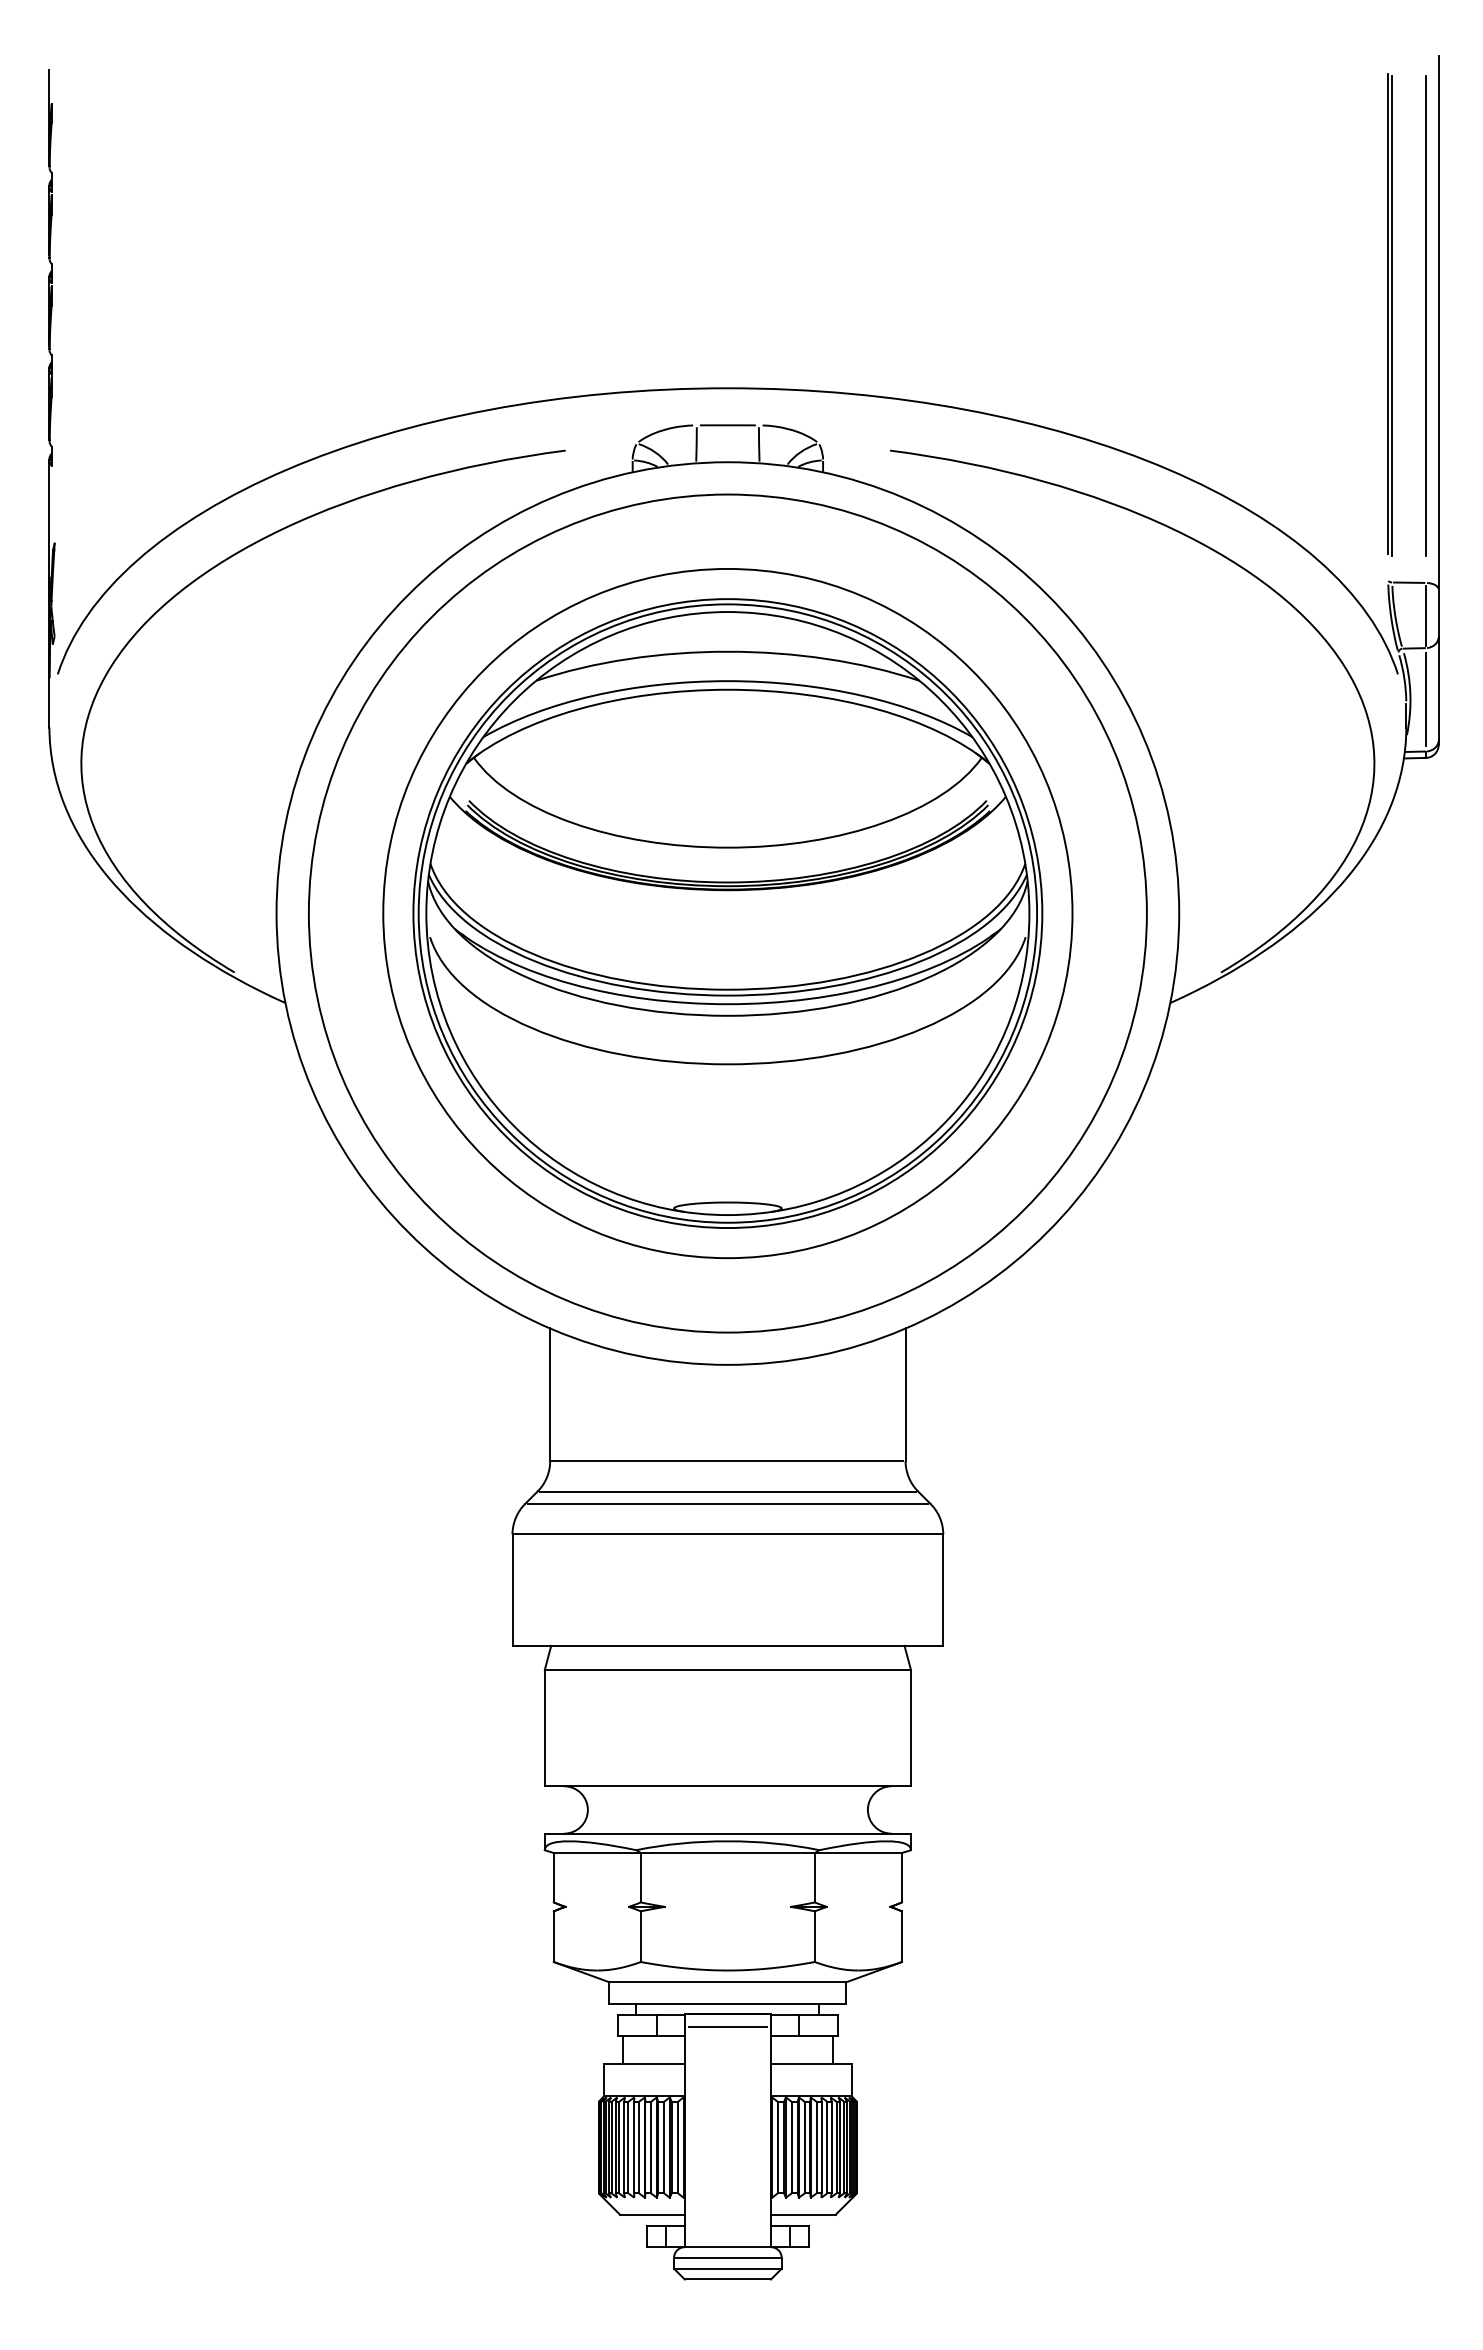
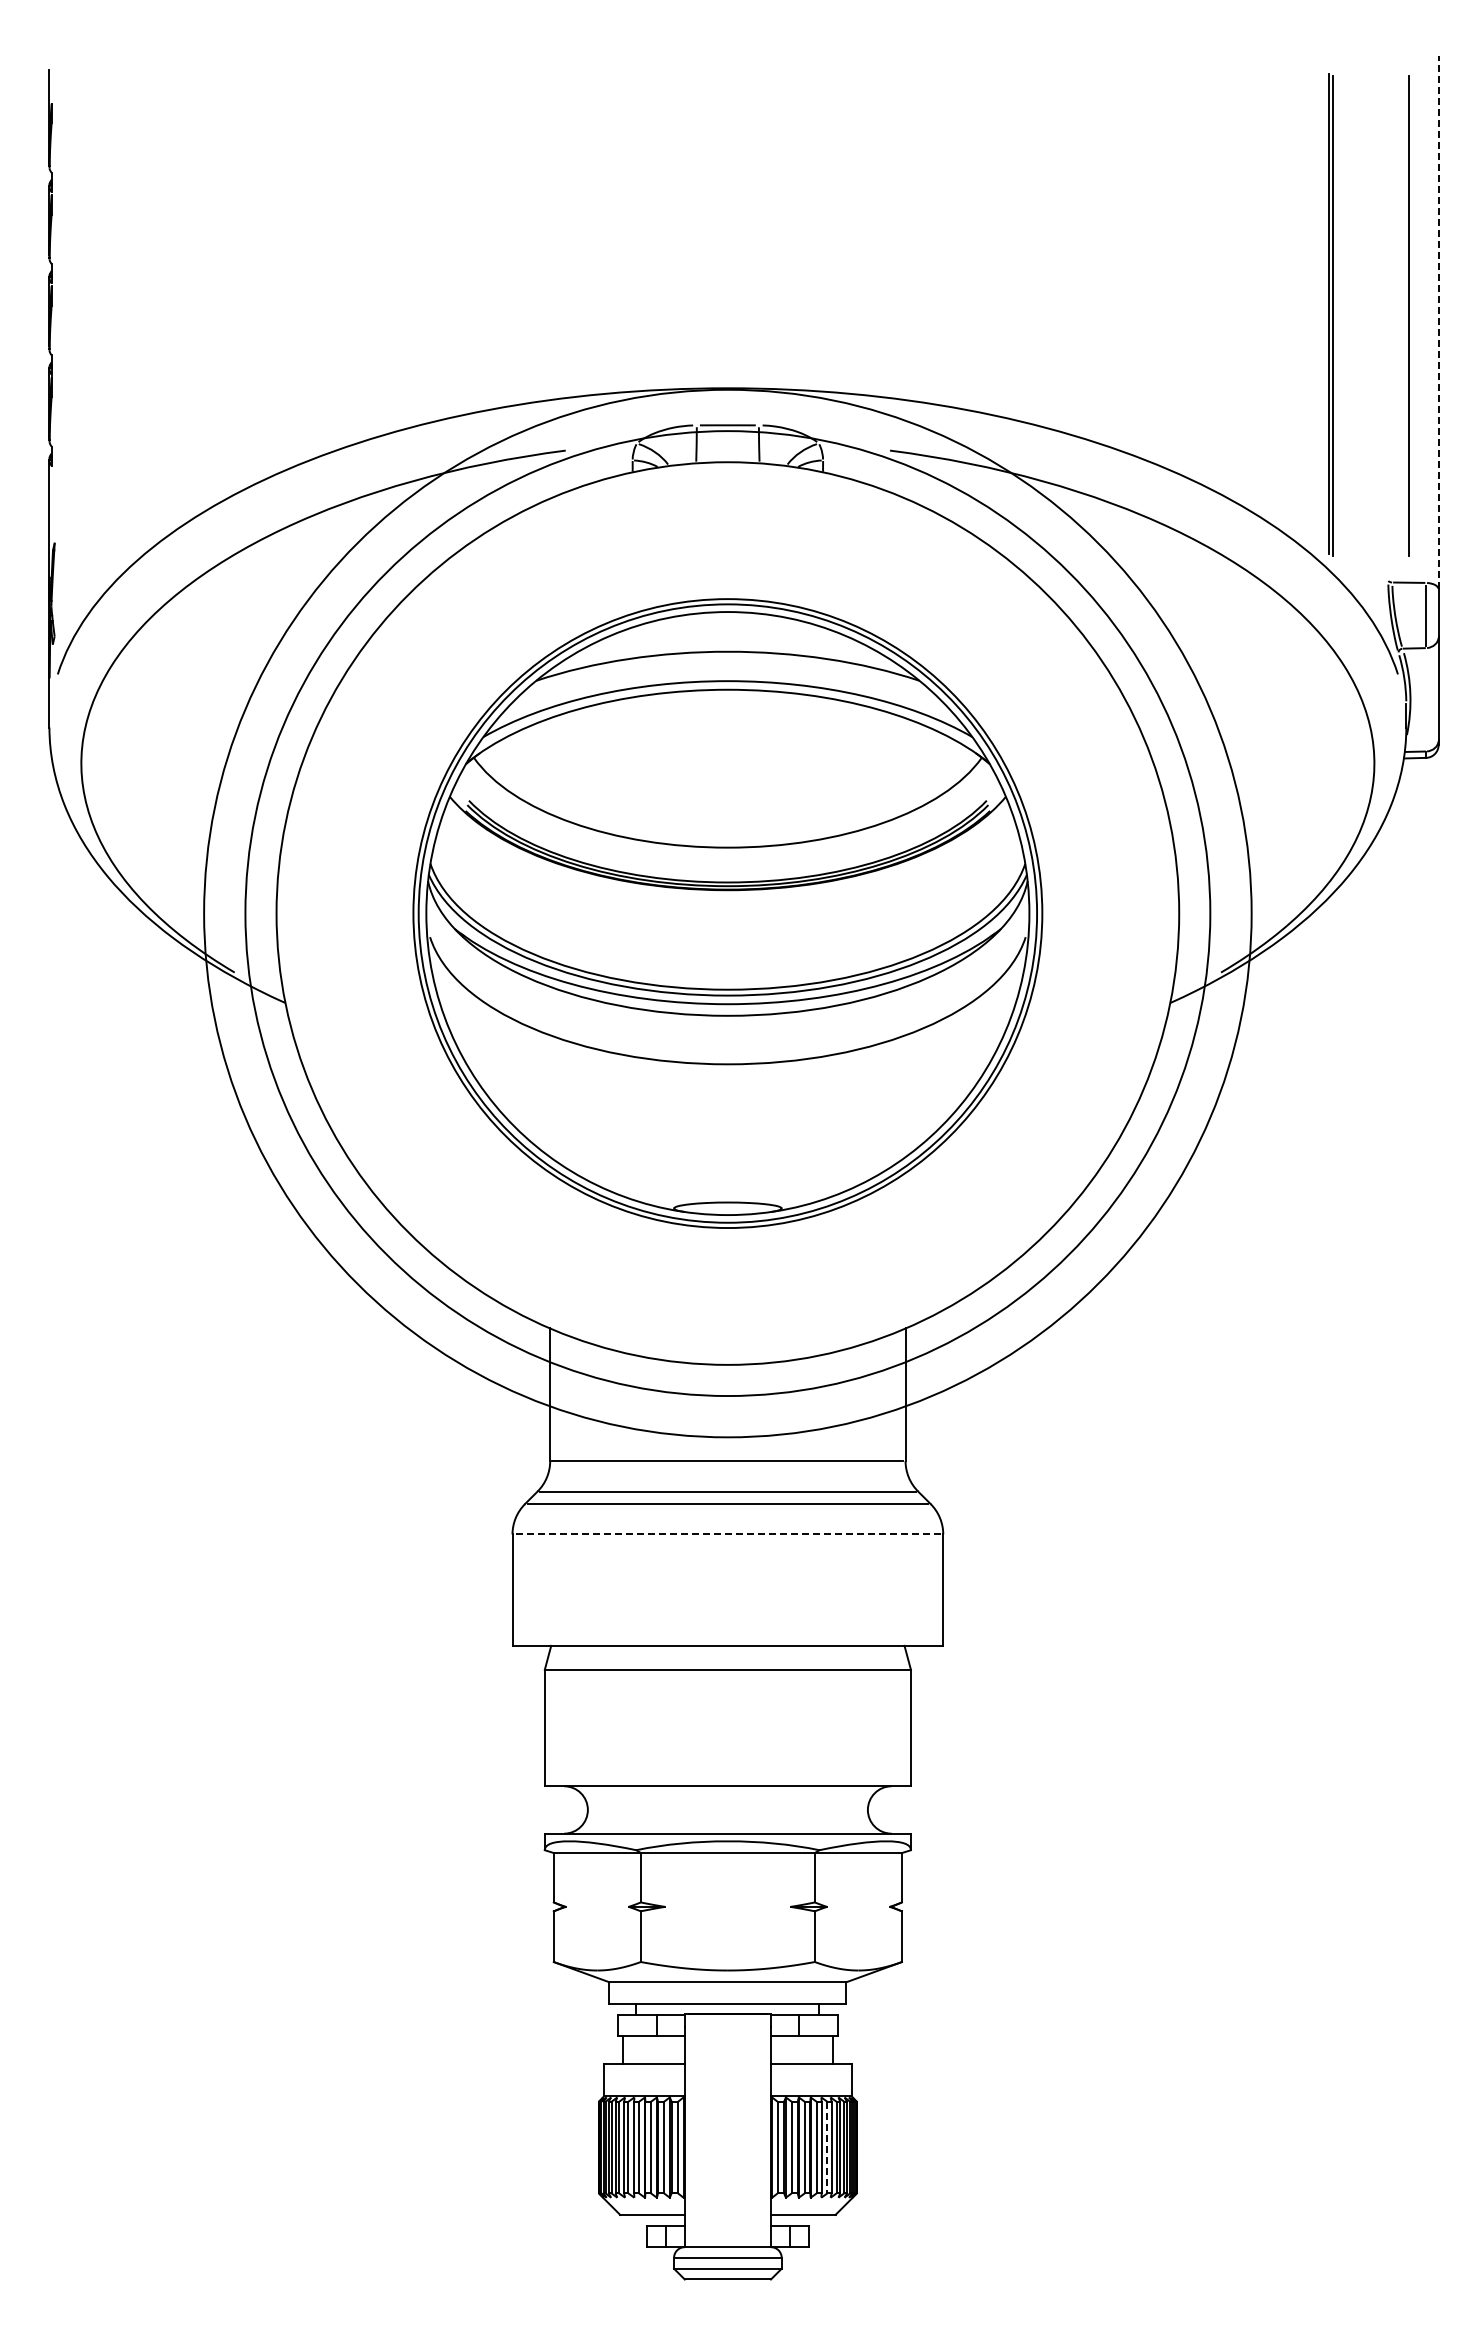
part at (1389, 314) position: (1389, 314) -> (1330, 314)
line at (1425, 315) position: (1425, 315) -> (1408, 315)
line at (1438, 322): solid -> dashed
line at (1426, 699): present -> none
circle at (727, 913) diameter: 689 px -> 965 px
circle at (727, 913) diameter: 838 px -> 1048 px
line at (727, 1534): solid -> dashed
line at (727, 2026): present -> none
line at (827, 2147): solid -> dashed
